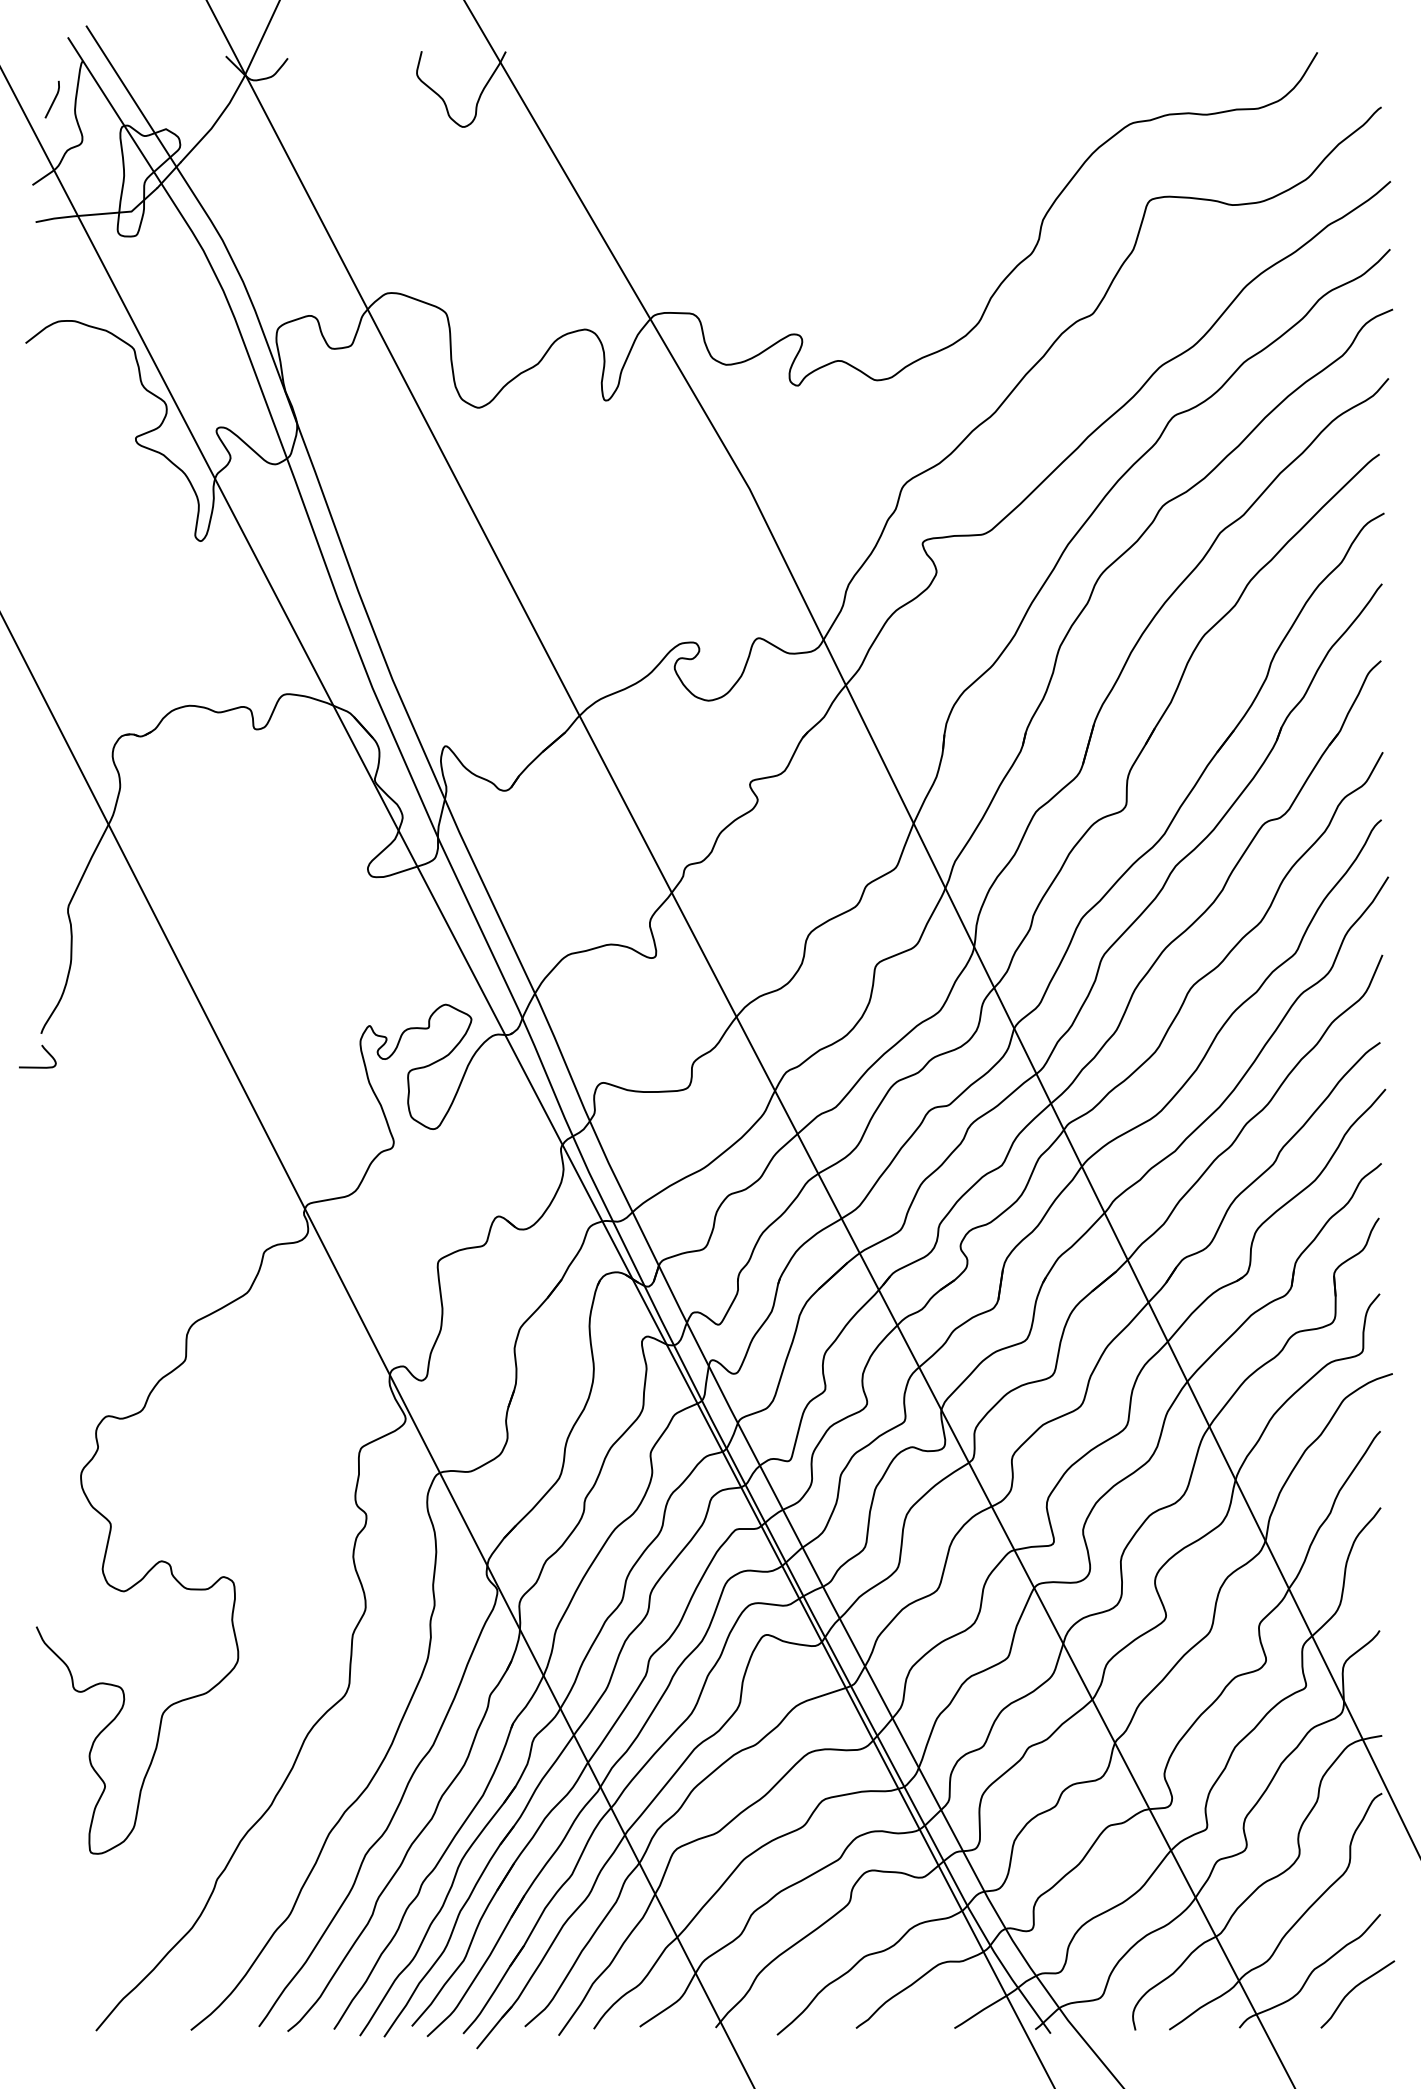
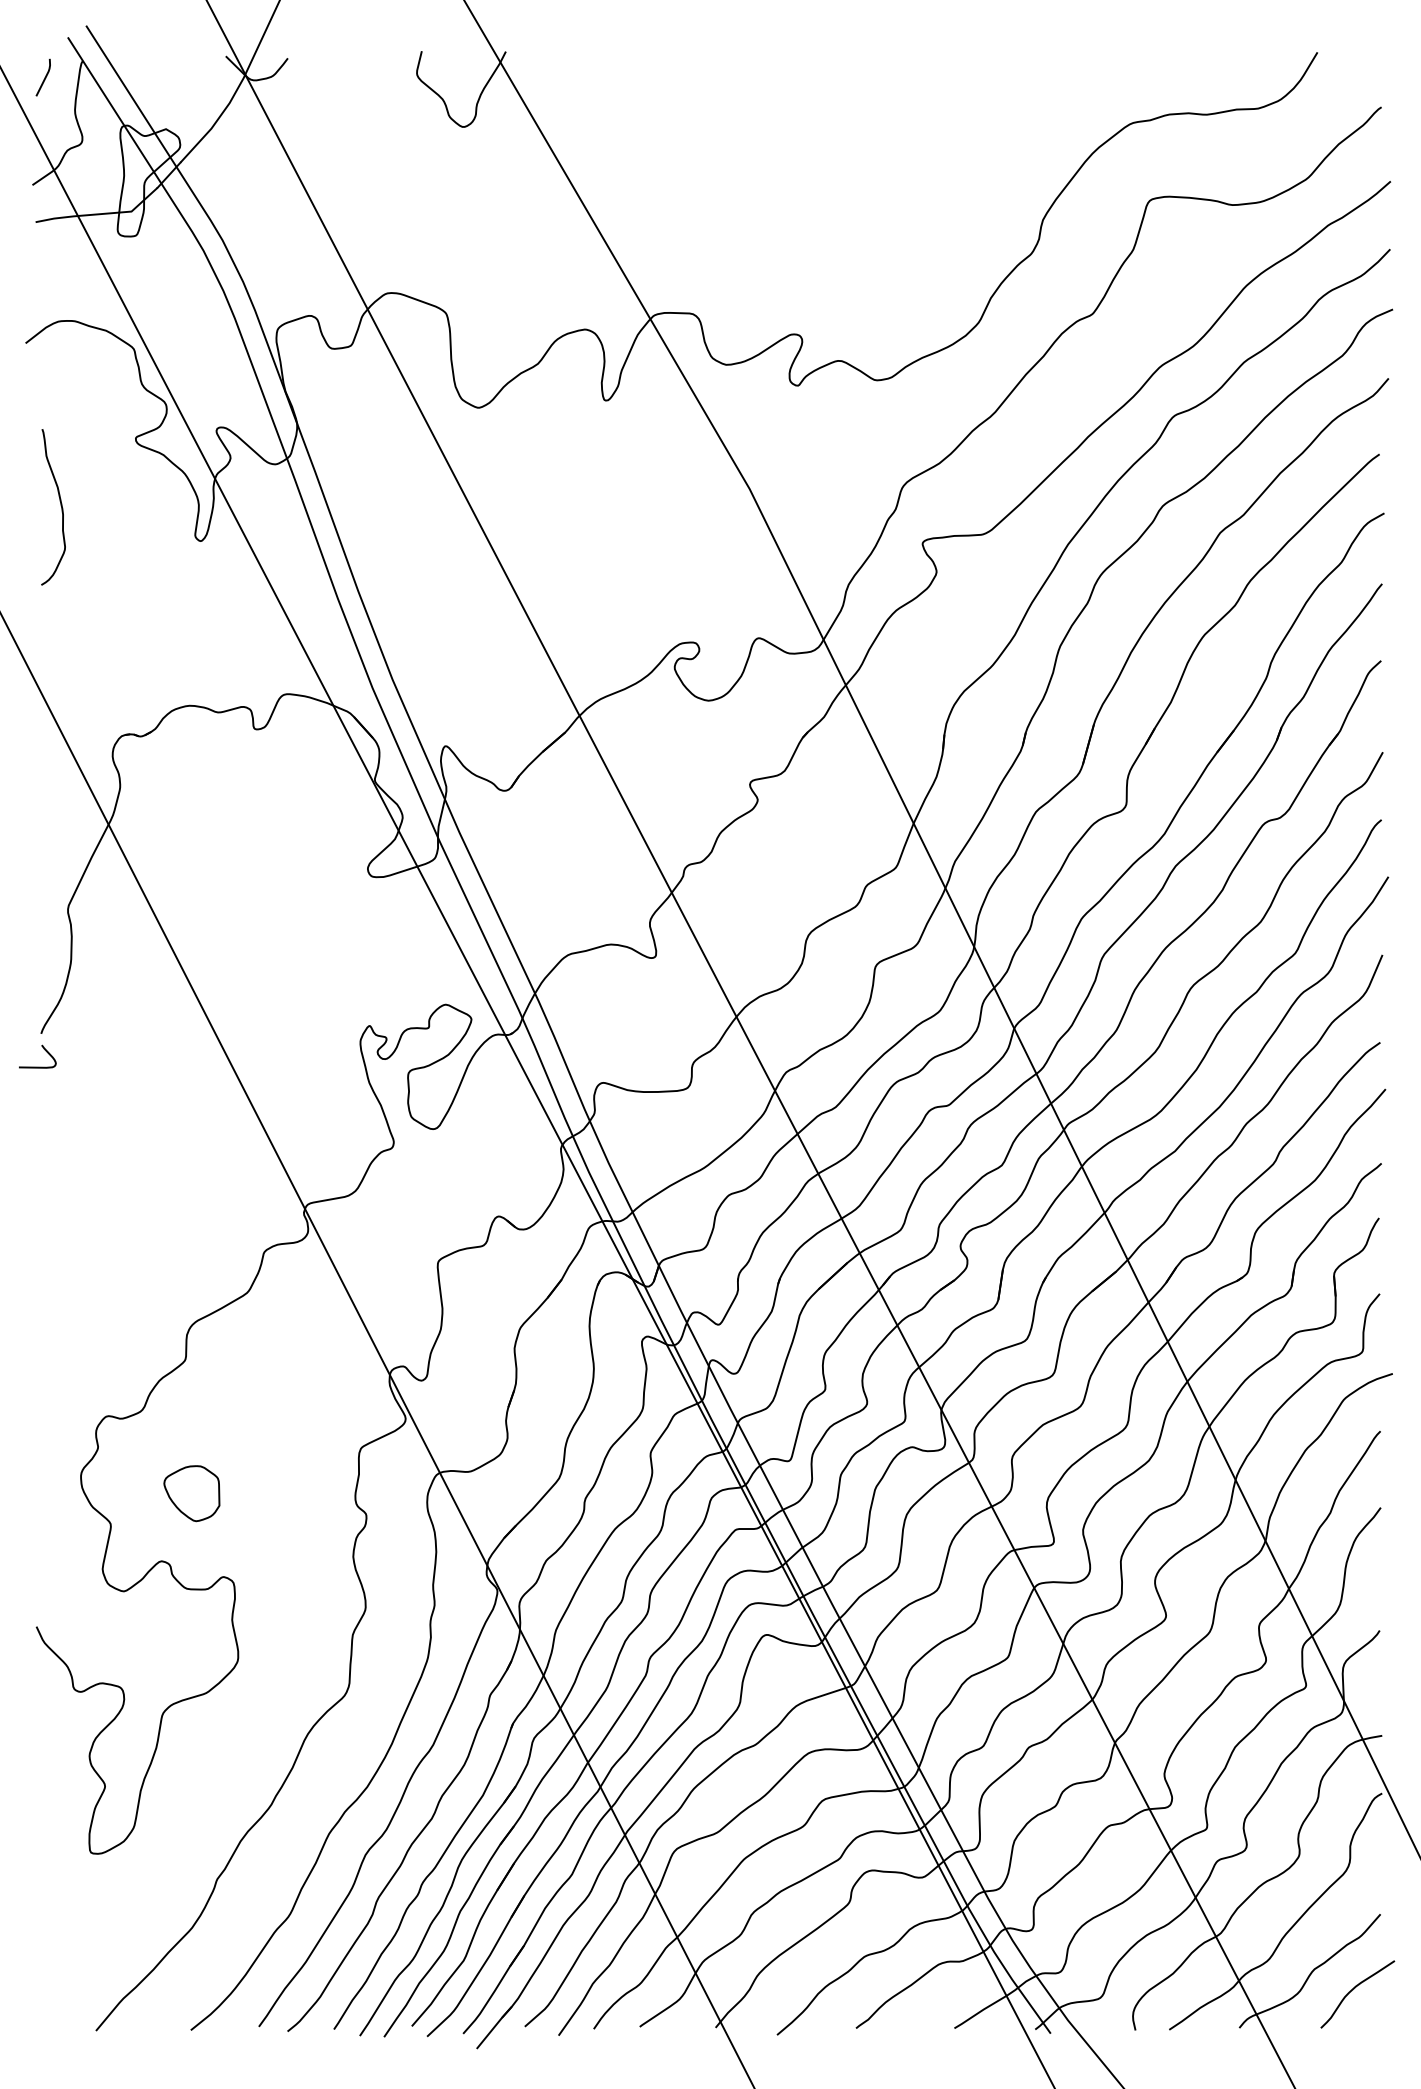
line at (53, 99) position: (53, 99) -> (44, 77)
curve at (60, 505): none -> present
part at (191, 1493): none -> present
